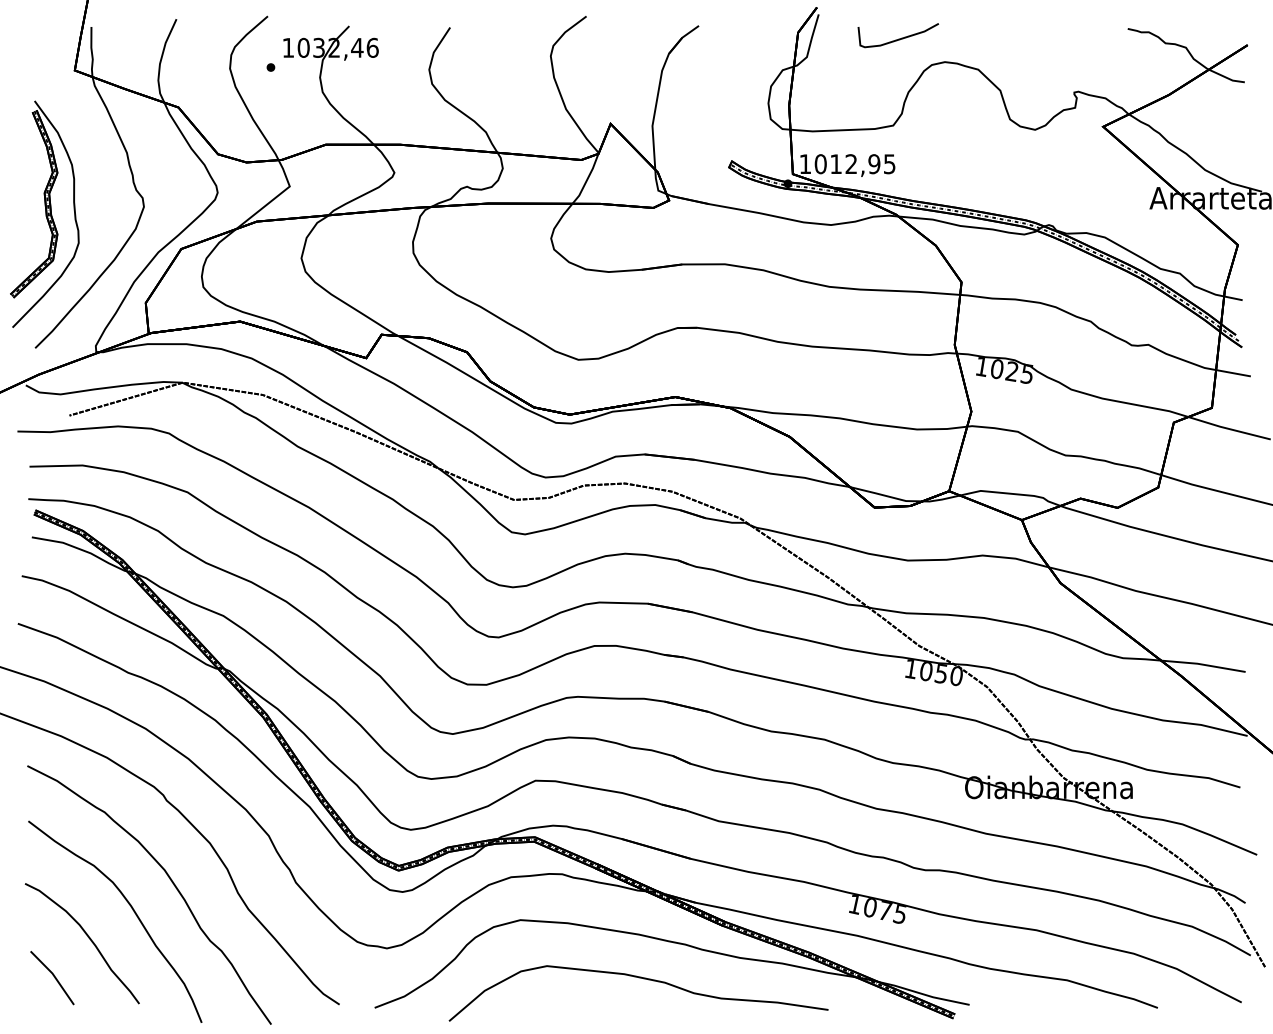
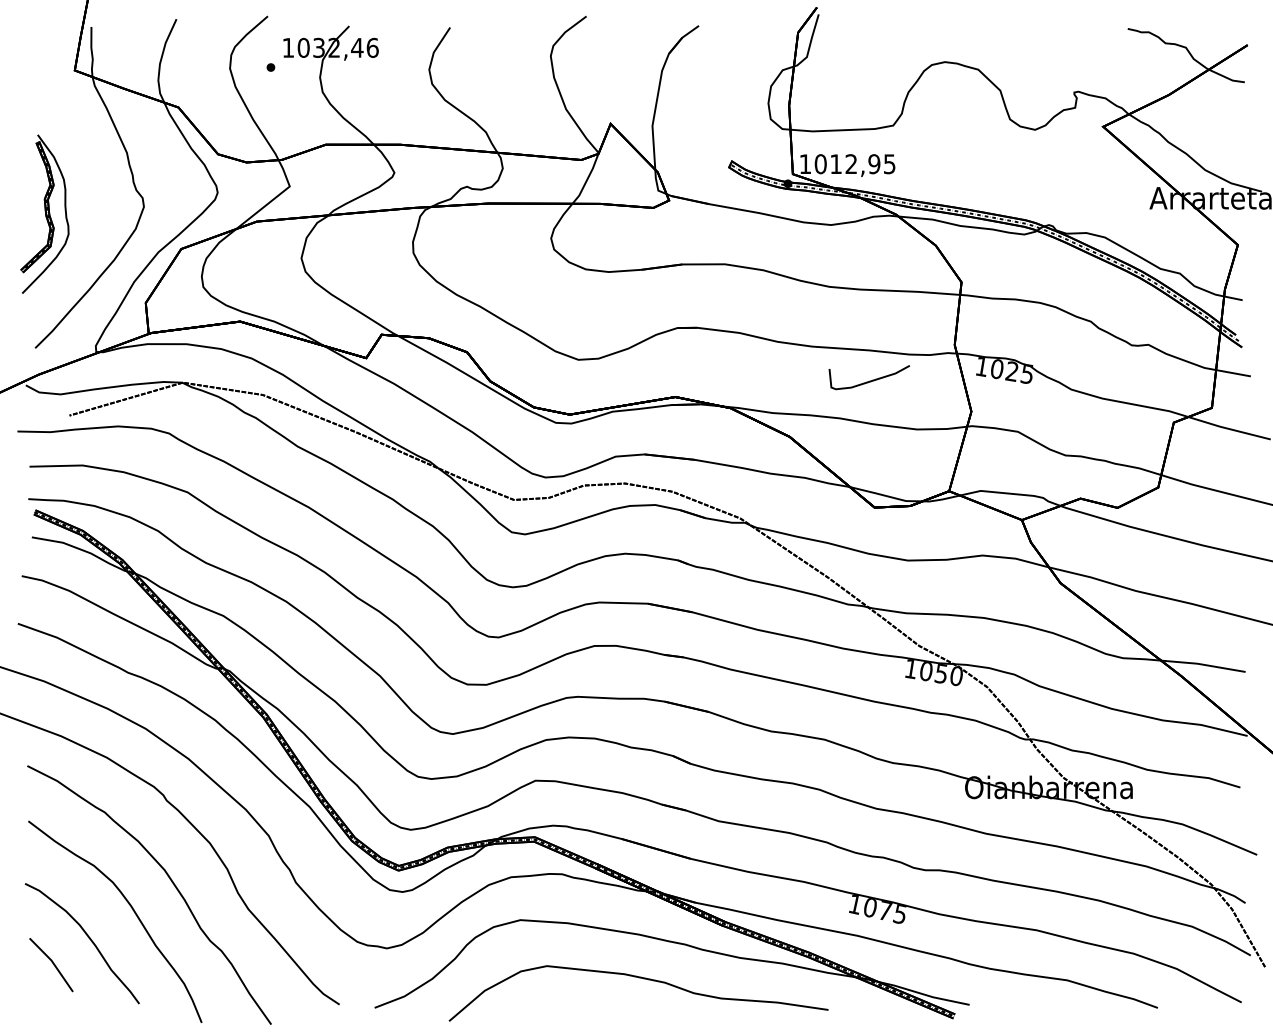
curve at (898, 38) position: (898, 38) -> (869, 380)
part at (44, 213) size: 70x228 px -> 50x160 px
line at (54, 978) position: (54, 978) -> (53, 965)
